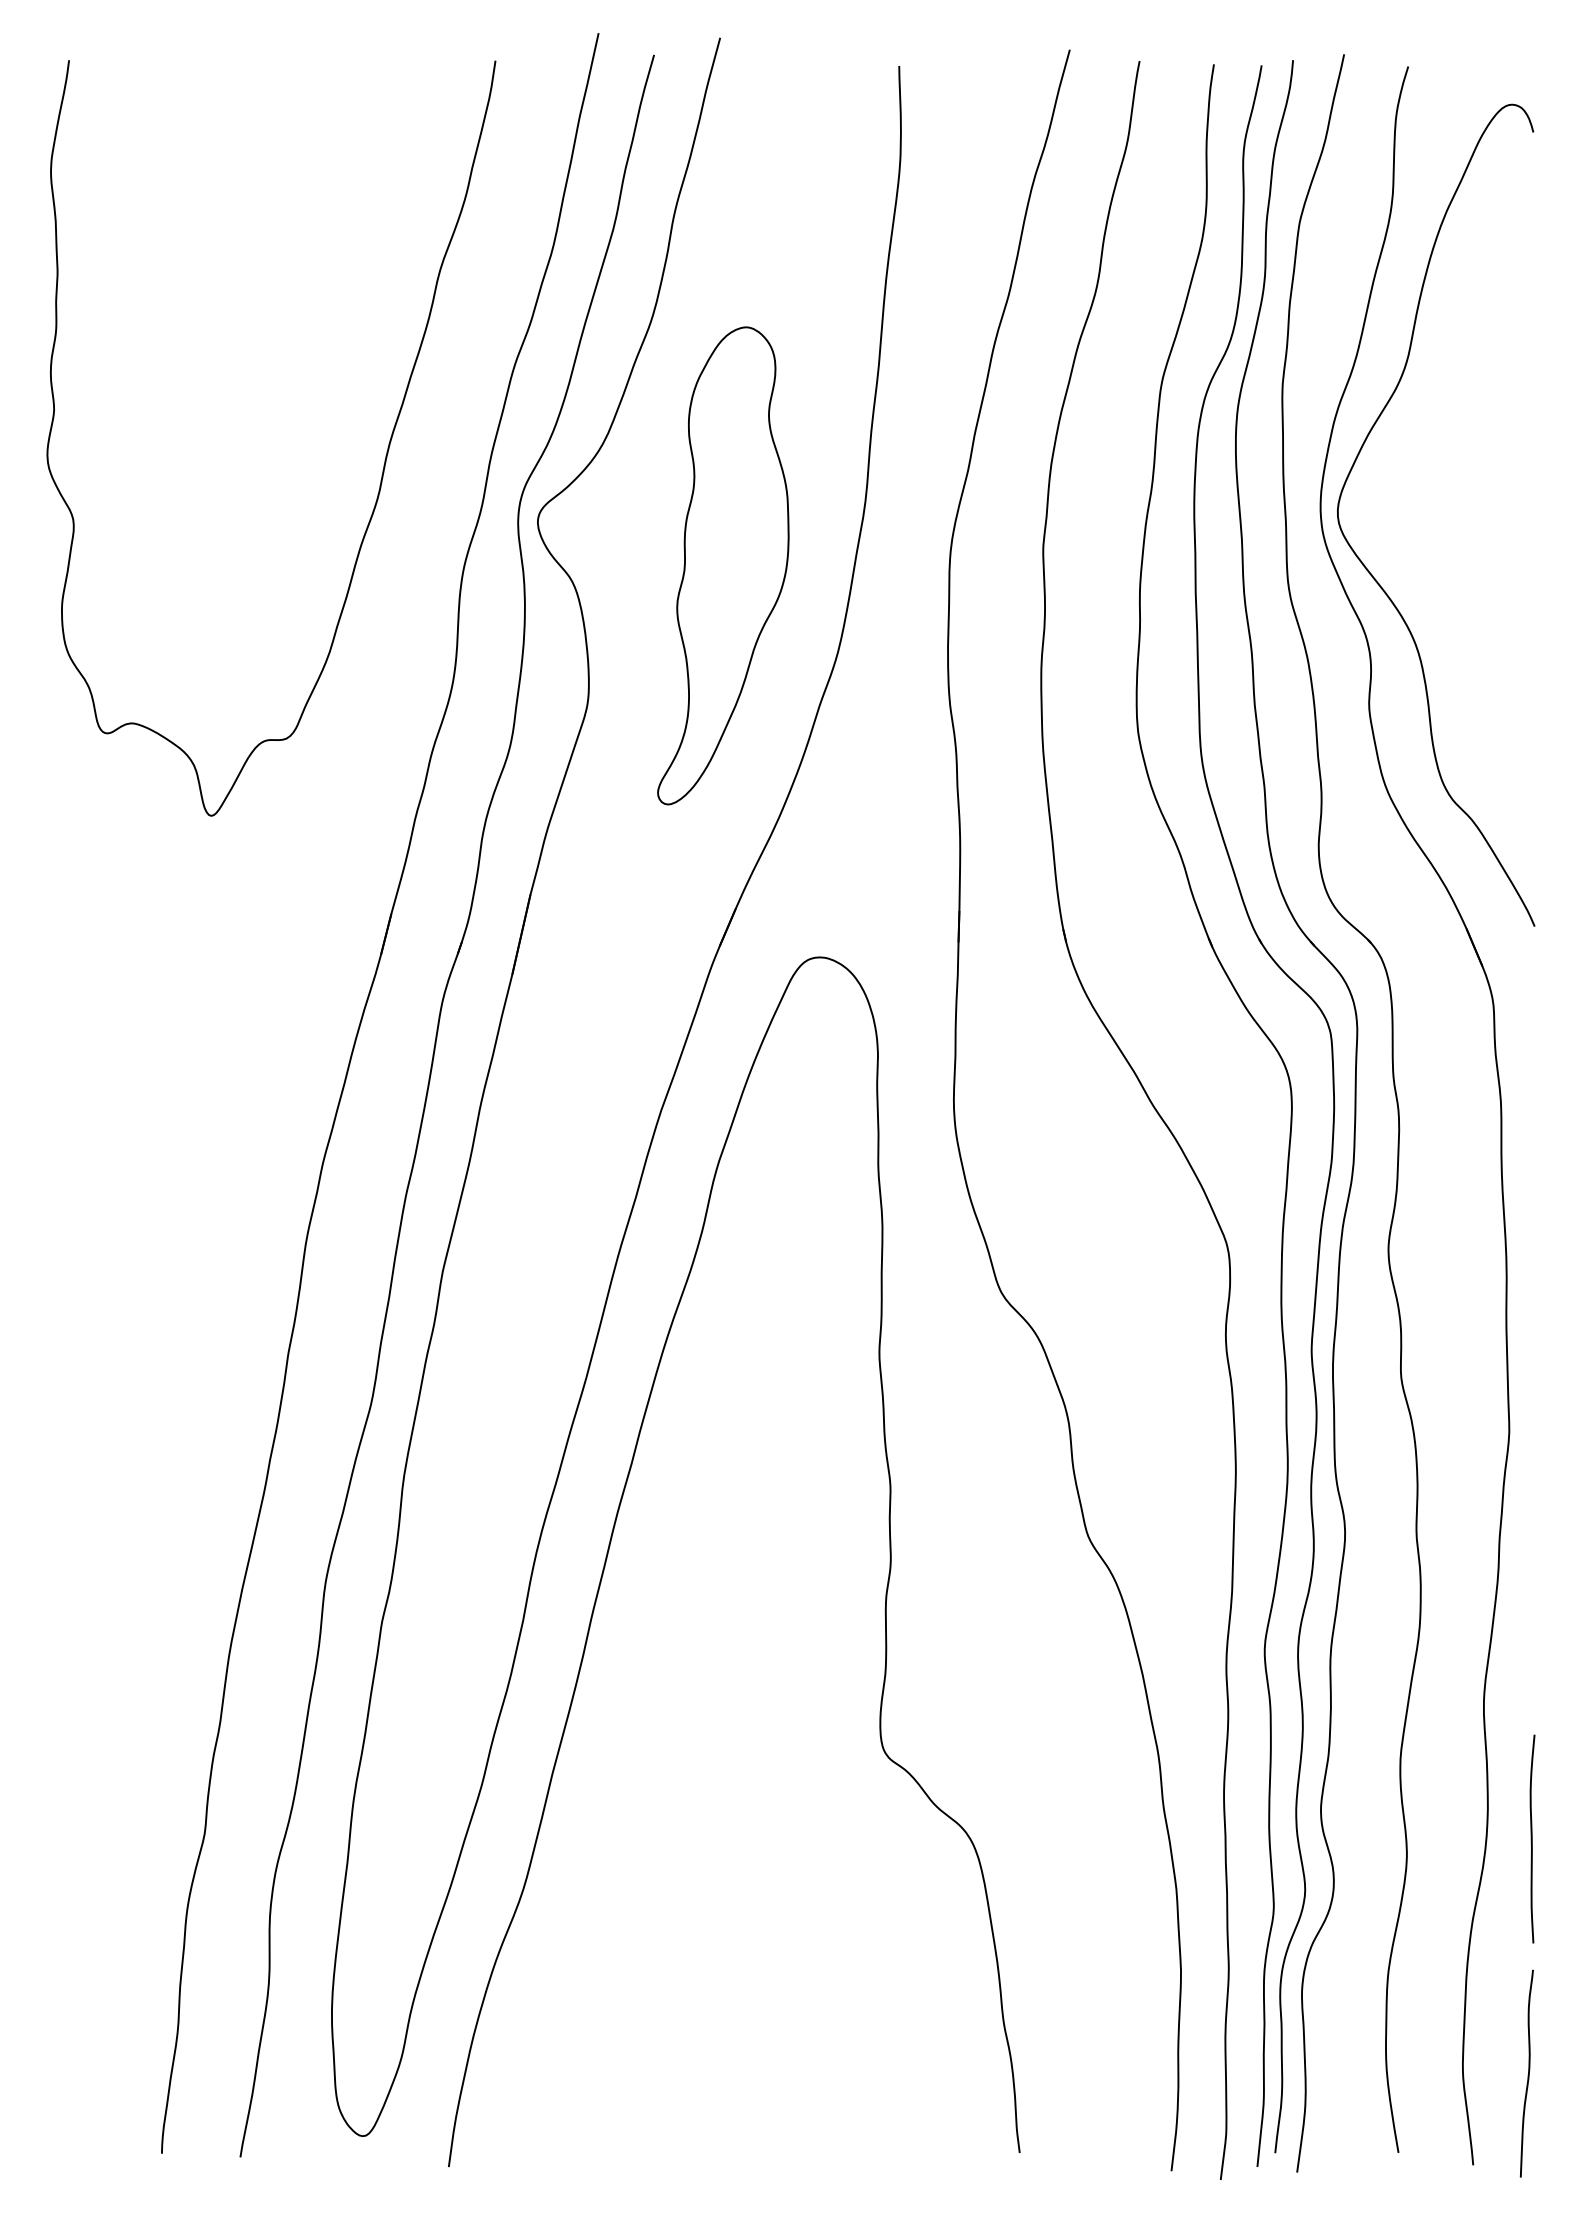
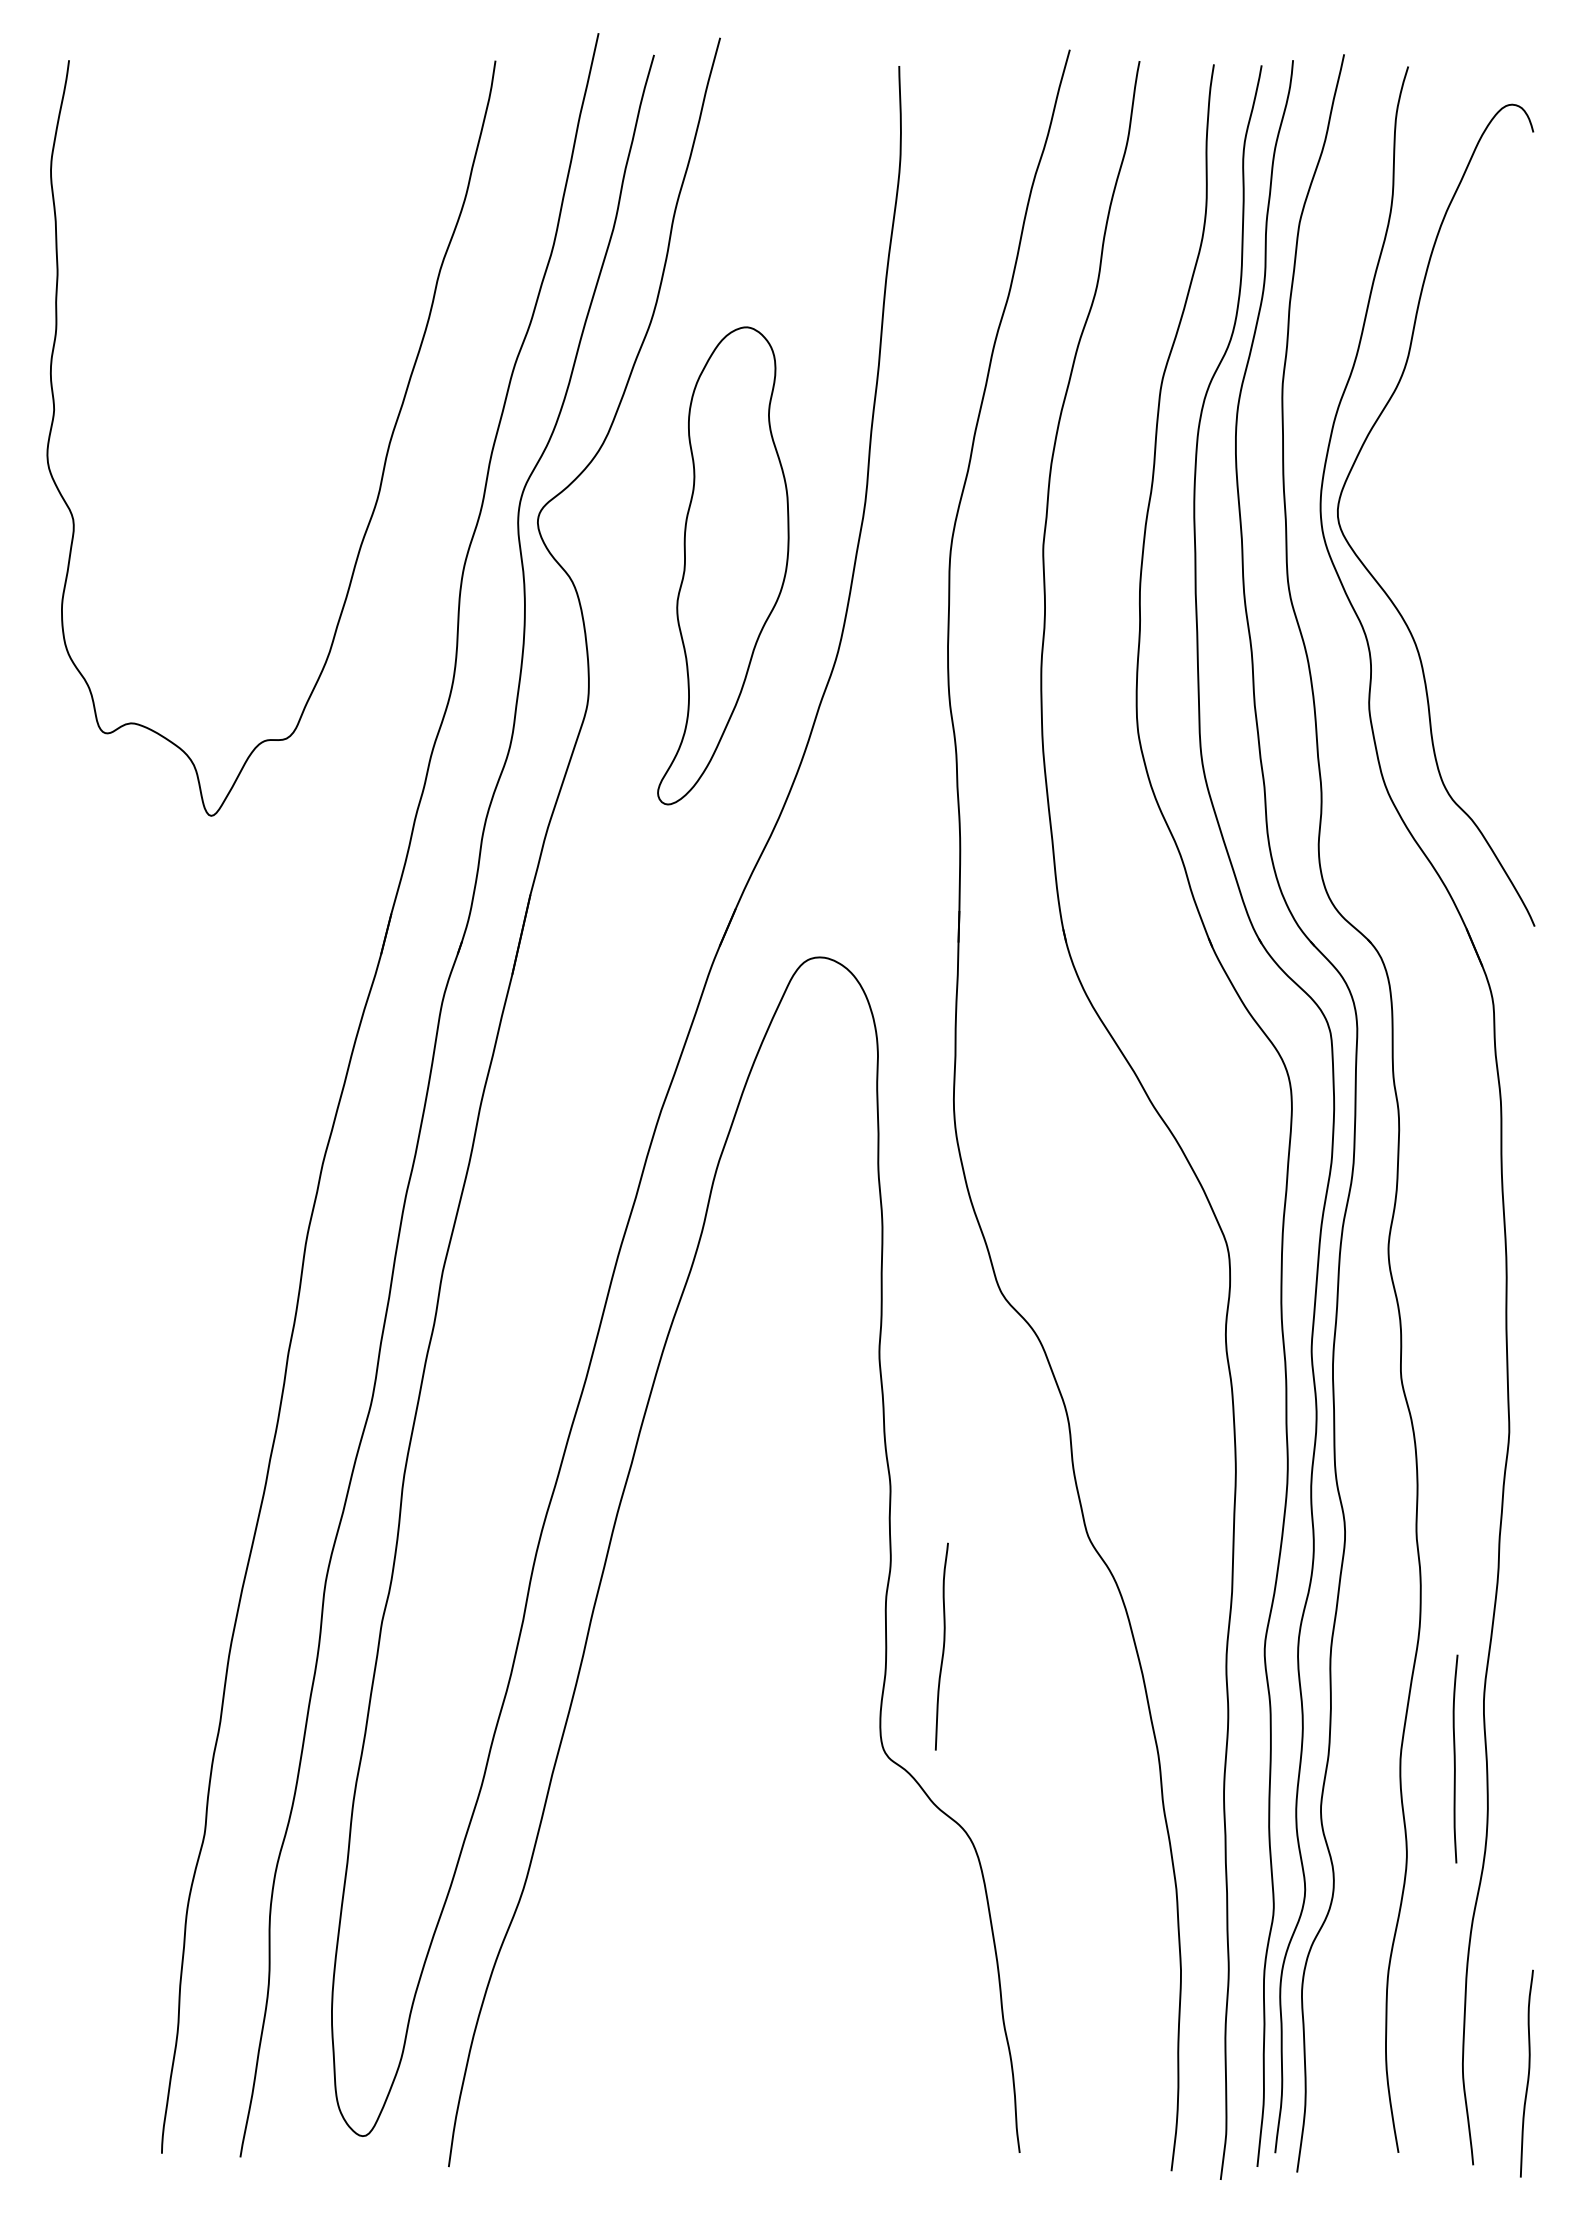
curve at (943, 1646): none -> present
curve at (1532, 1838) position: (1532, 1838) -> (1455, 1758)
